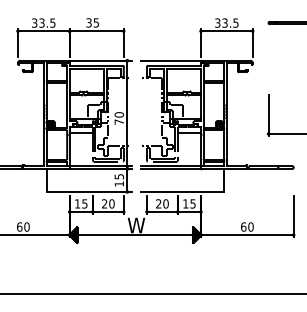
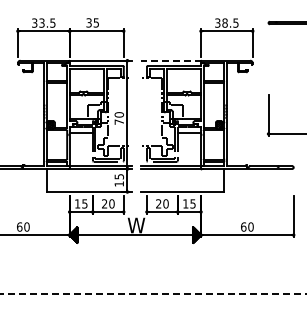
text at (224, 22): 33.5 -> 38.5
line at (171, 60): solid -> dashed
line at (153, 293): solid -> dashed
